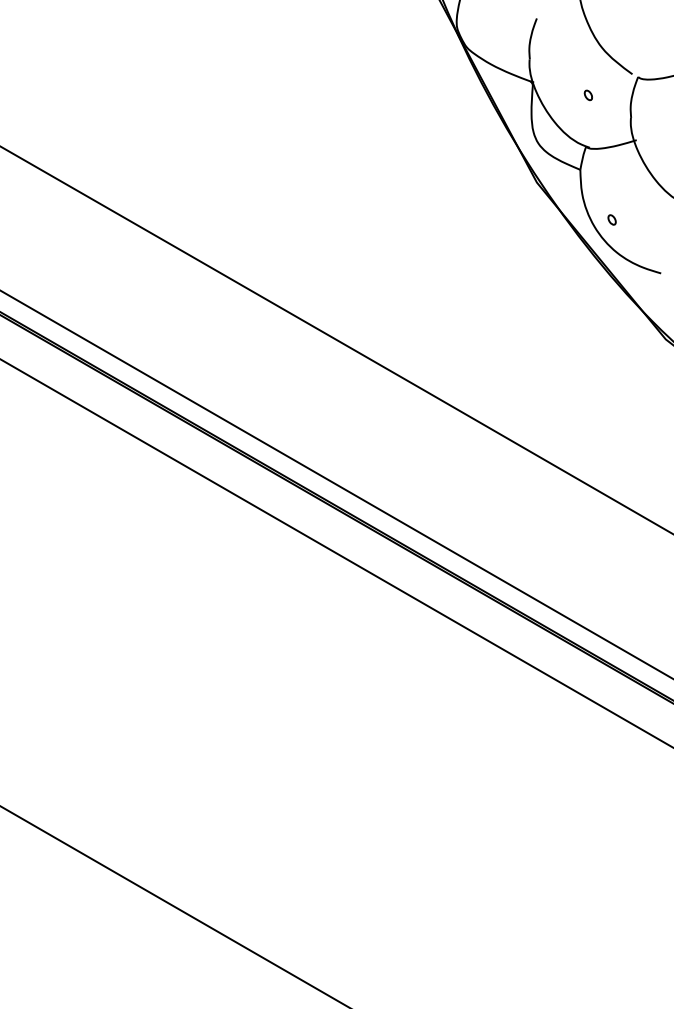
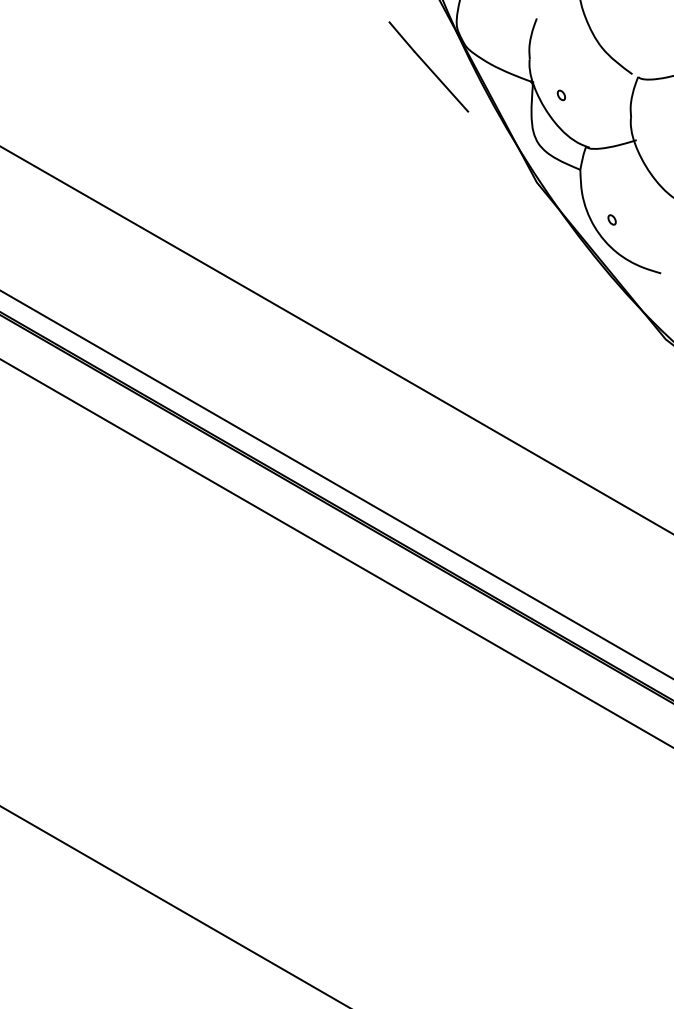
line at (428, 66): none -> present
part at (587, 95) position: (587, 95) -> (560, 95)
